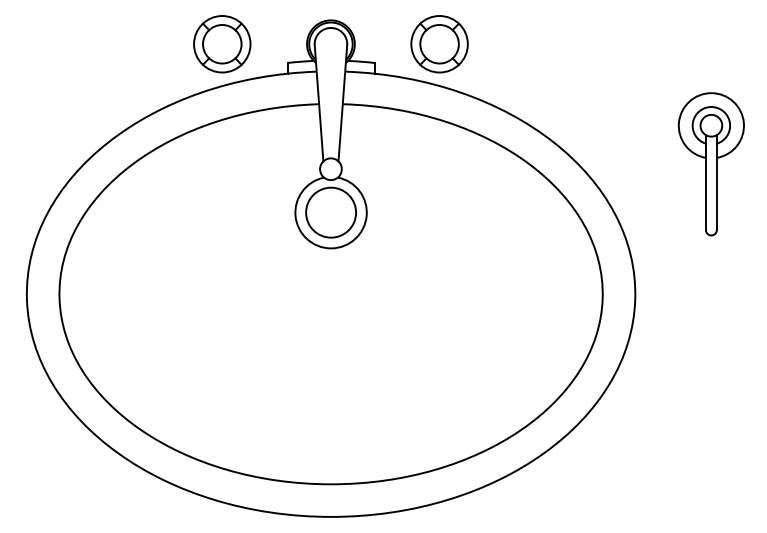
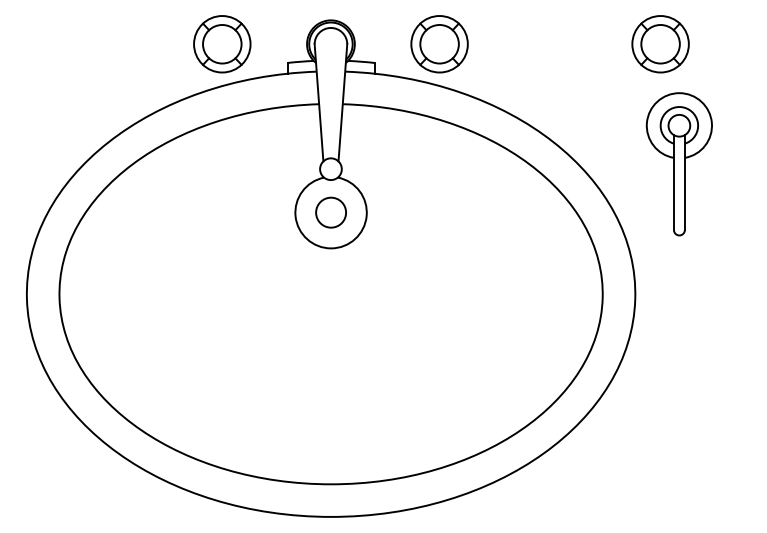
part at (660, 44): none -> present
part at (710, 164) position: (710, 164) -> (678, 164)
circle at (331, 212) diameter: 50 px -> 30 px
